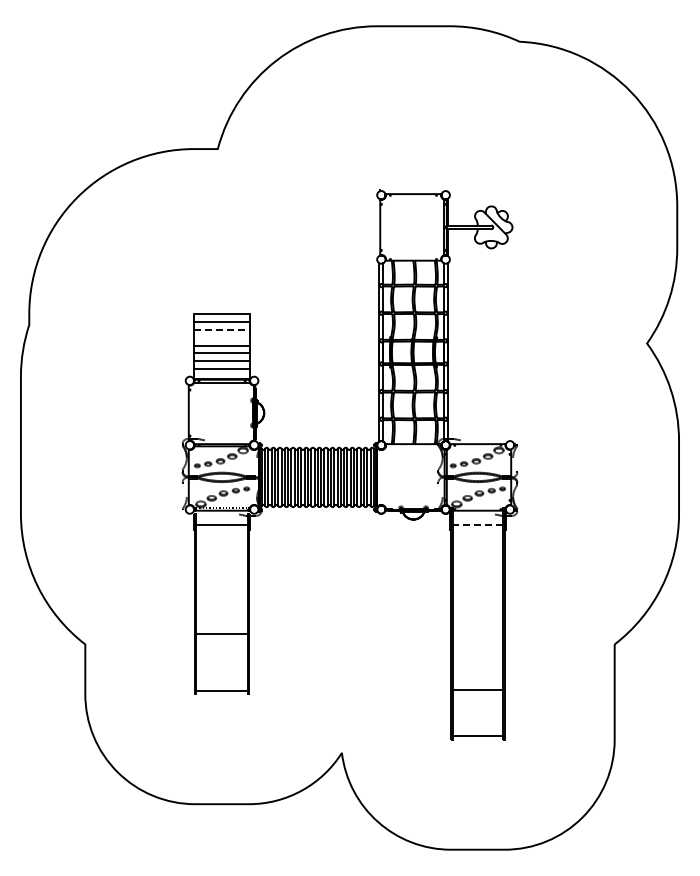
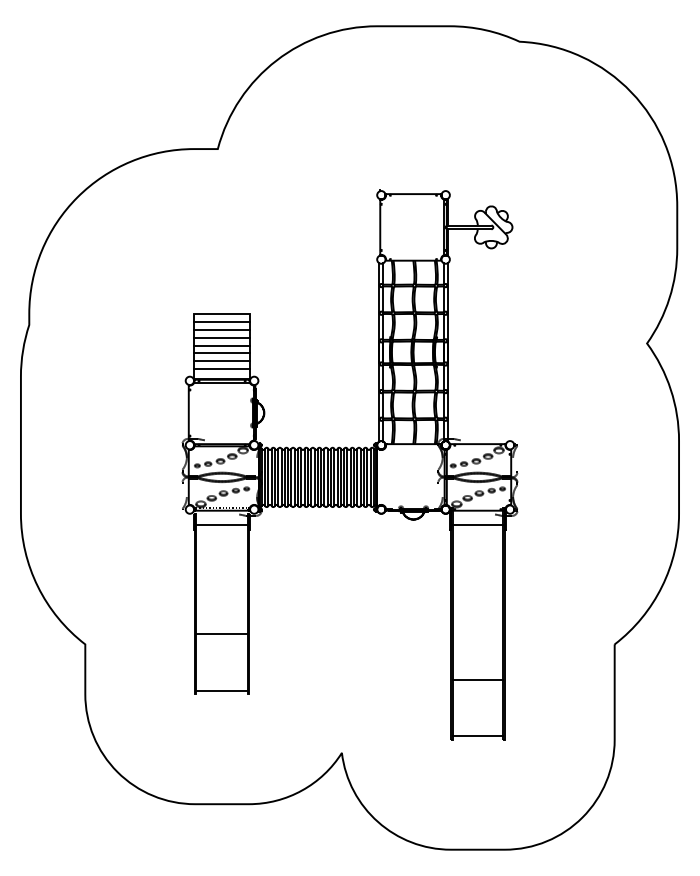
line at (222, 329): dashed -> solid
line at (222, 337): none -> present
line at (477, 524): dashed -> solid
line at (477, 689) position: (477, 689) -> (477, 679)
